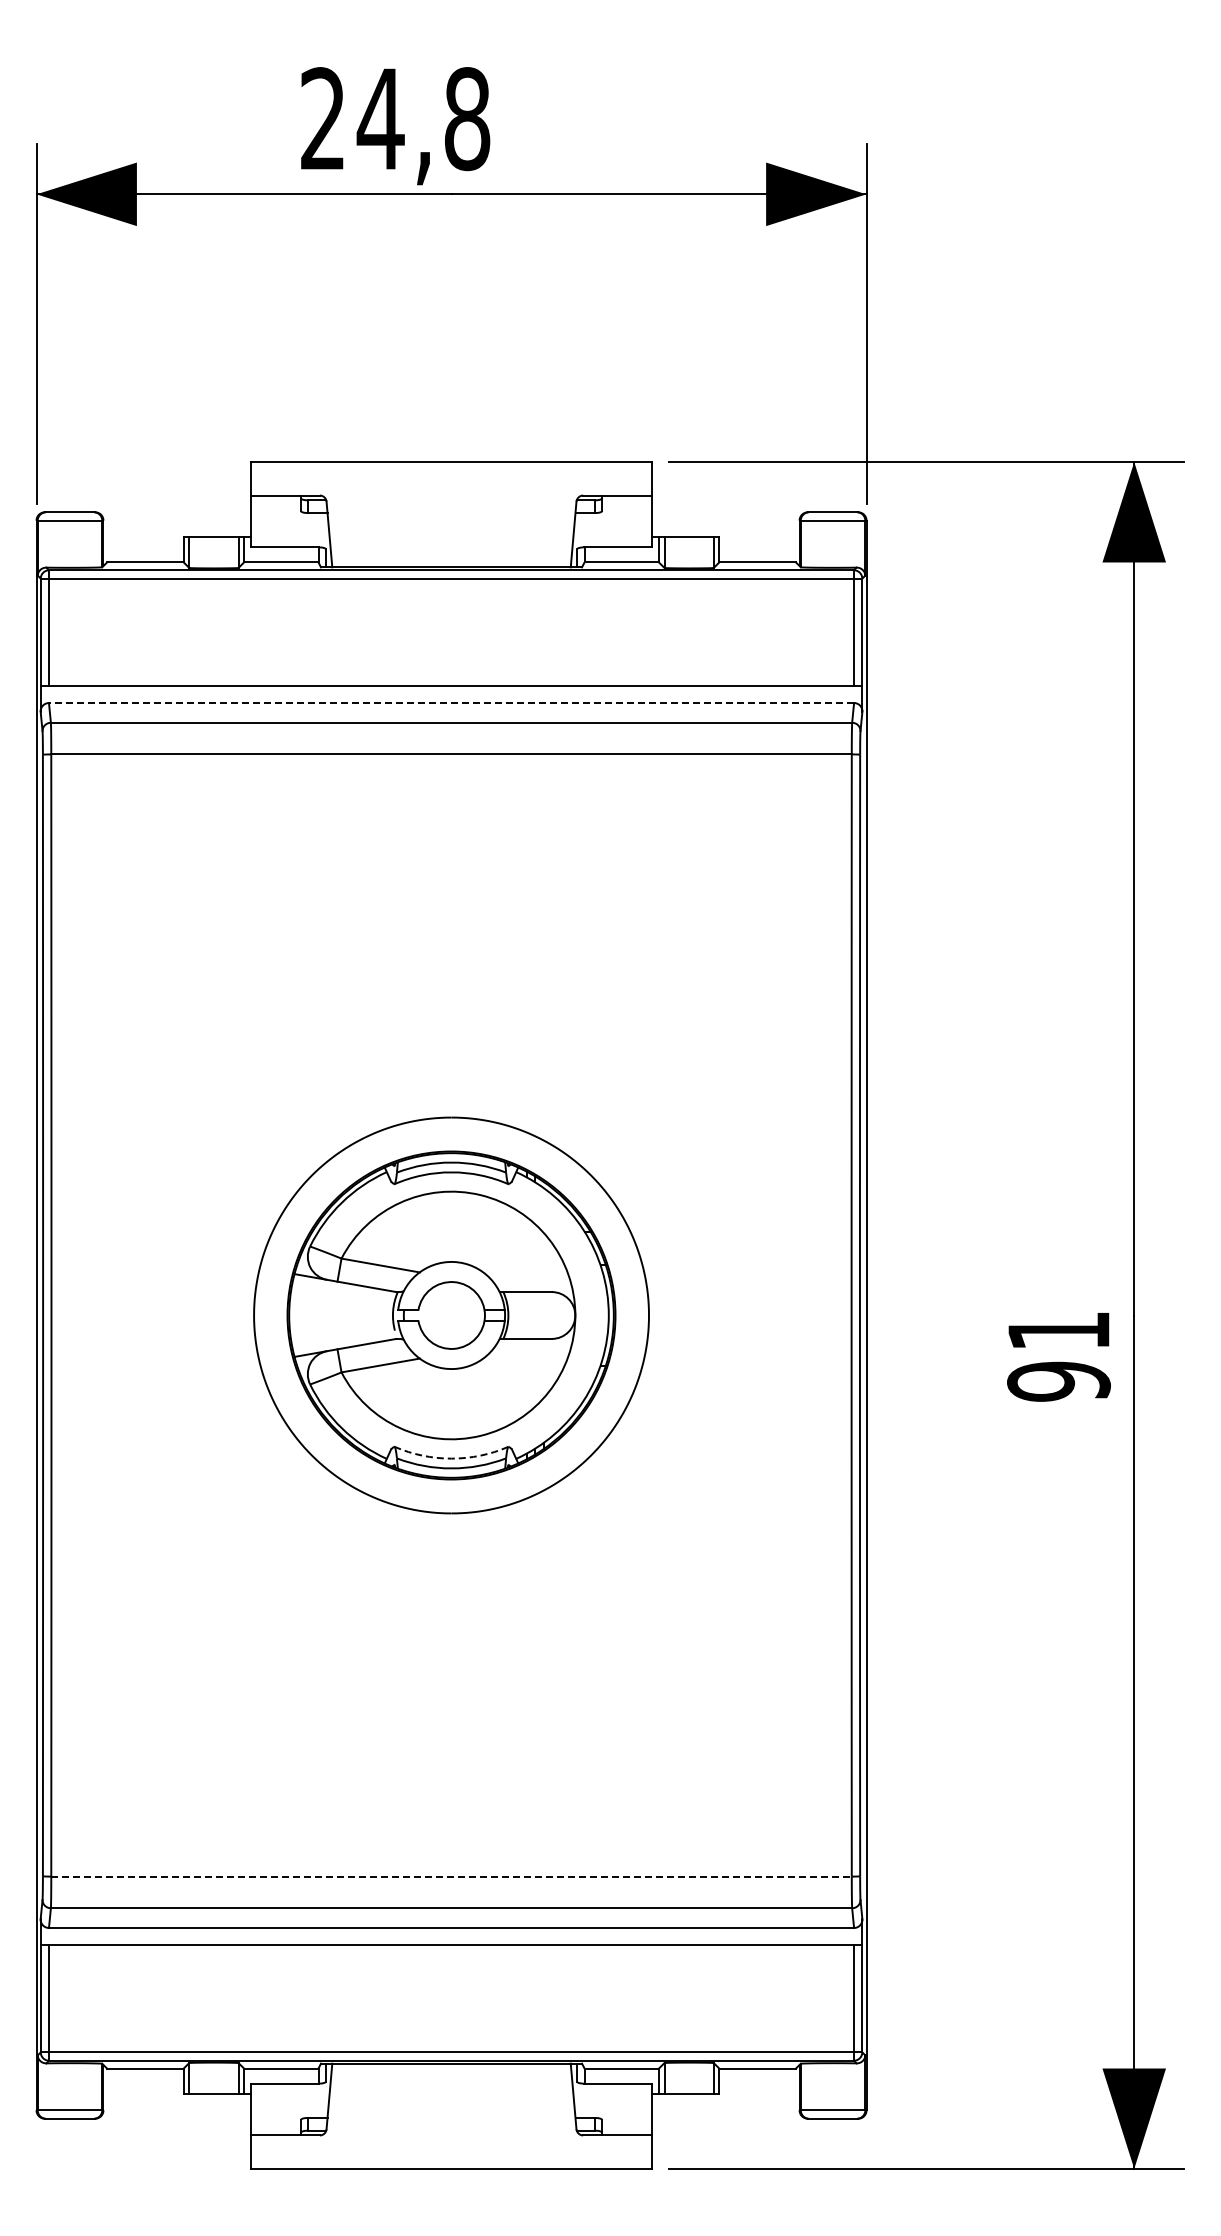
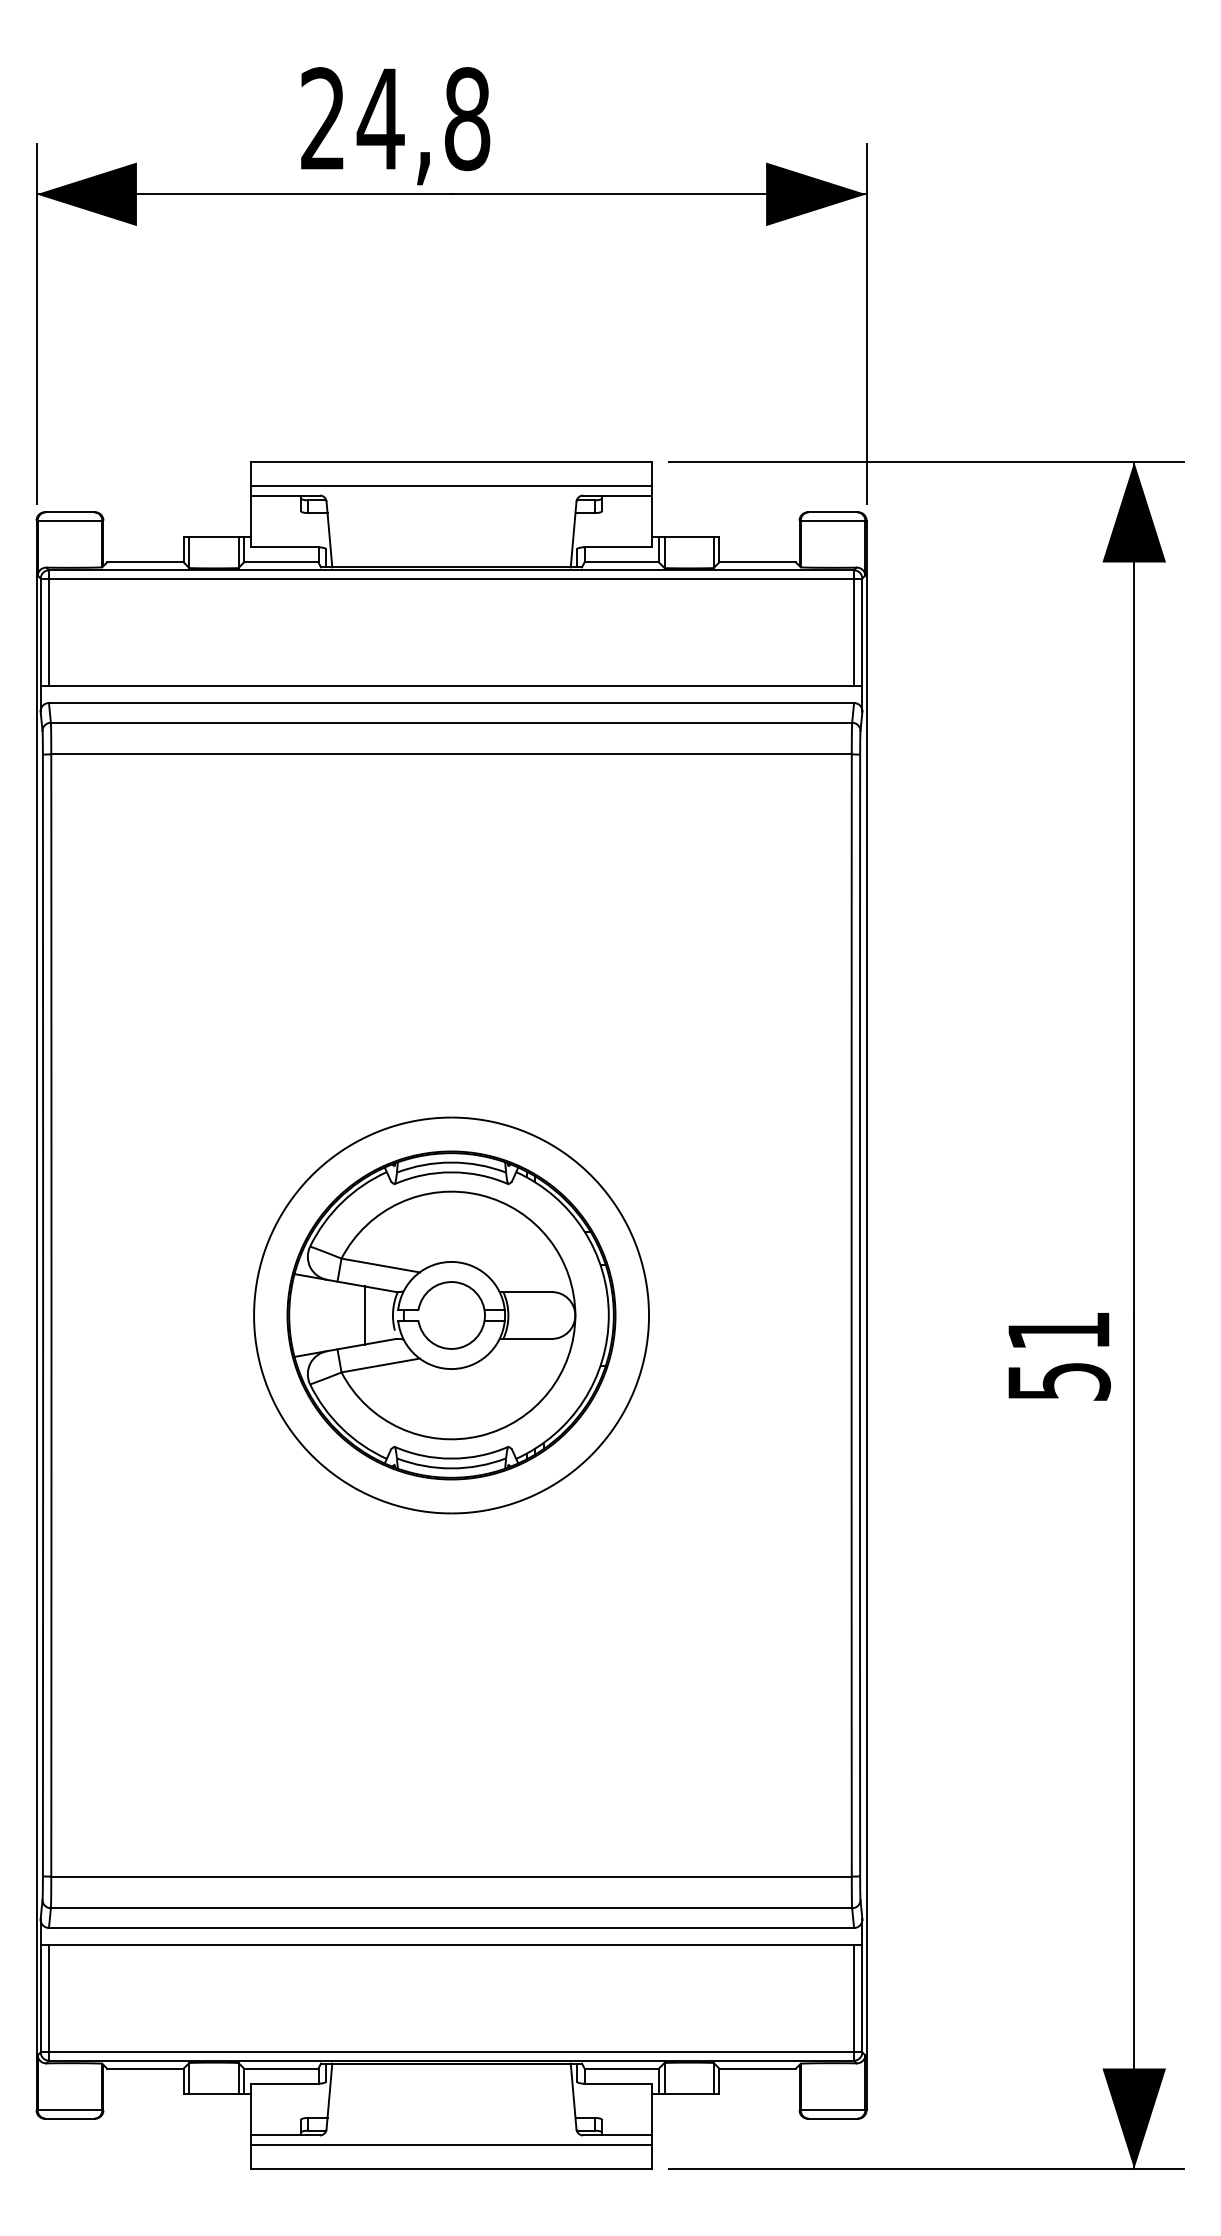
line at (451, 485): none -> present
line at (451, 703): dashed -> solid
line at (364, 1315): none -> present
text at (1058, 1381): 91 -> 51
arc at (451, 1458): dashed -> solid
line at (452, 1876): dashed -> solid
line at (451, 2145): none -> present
